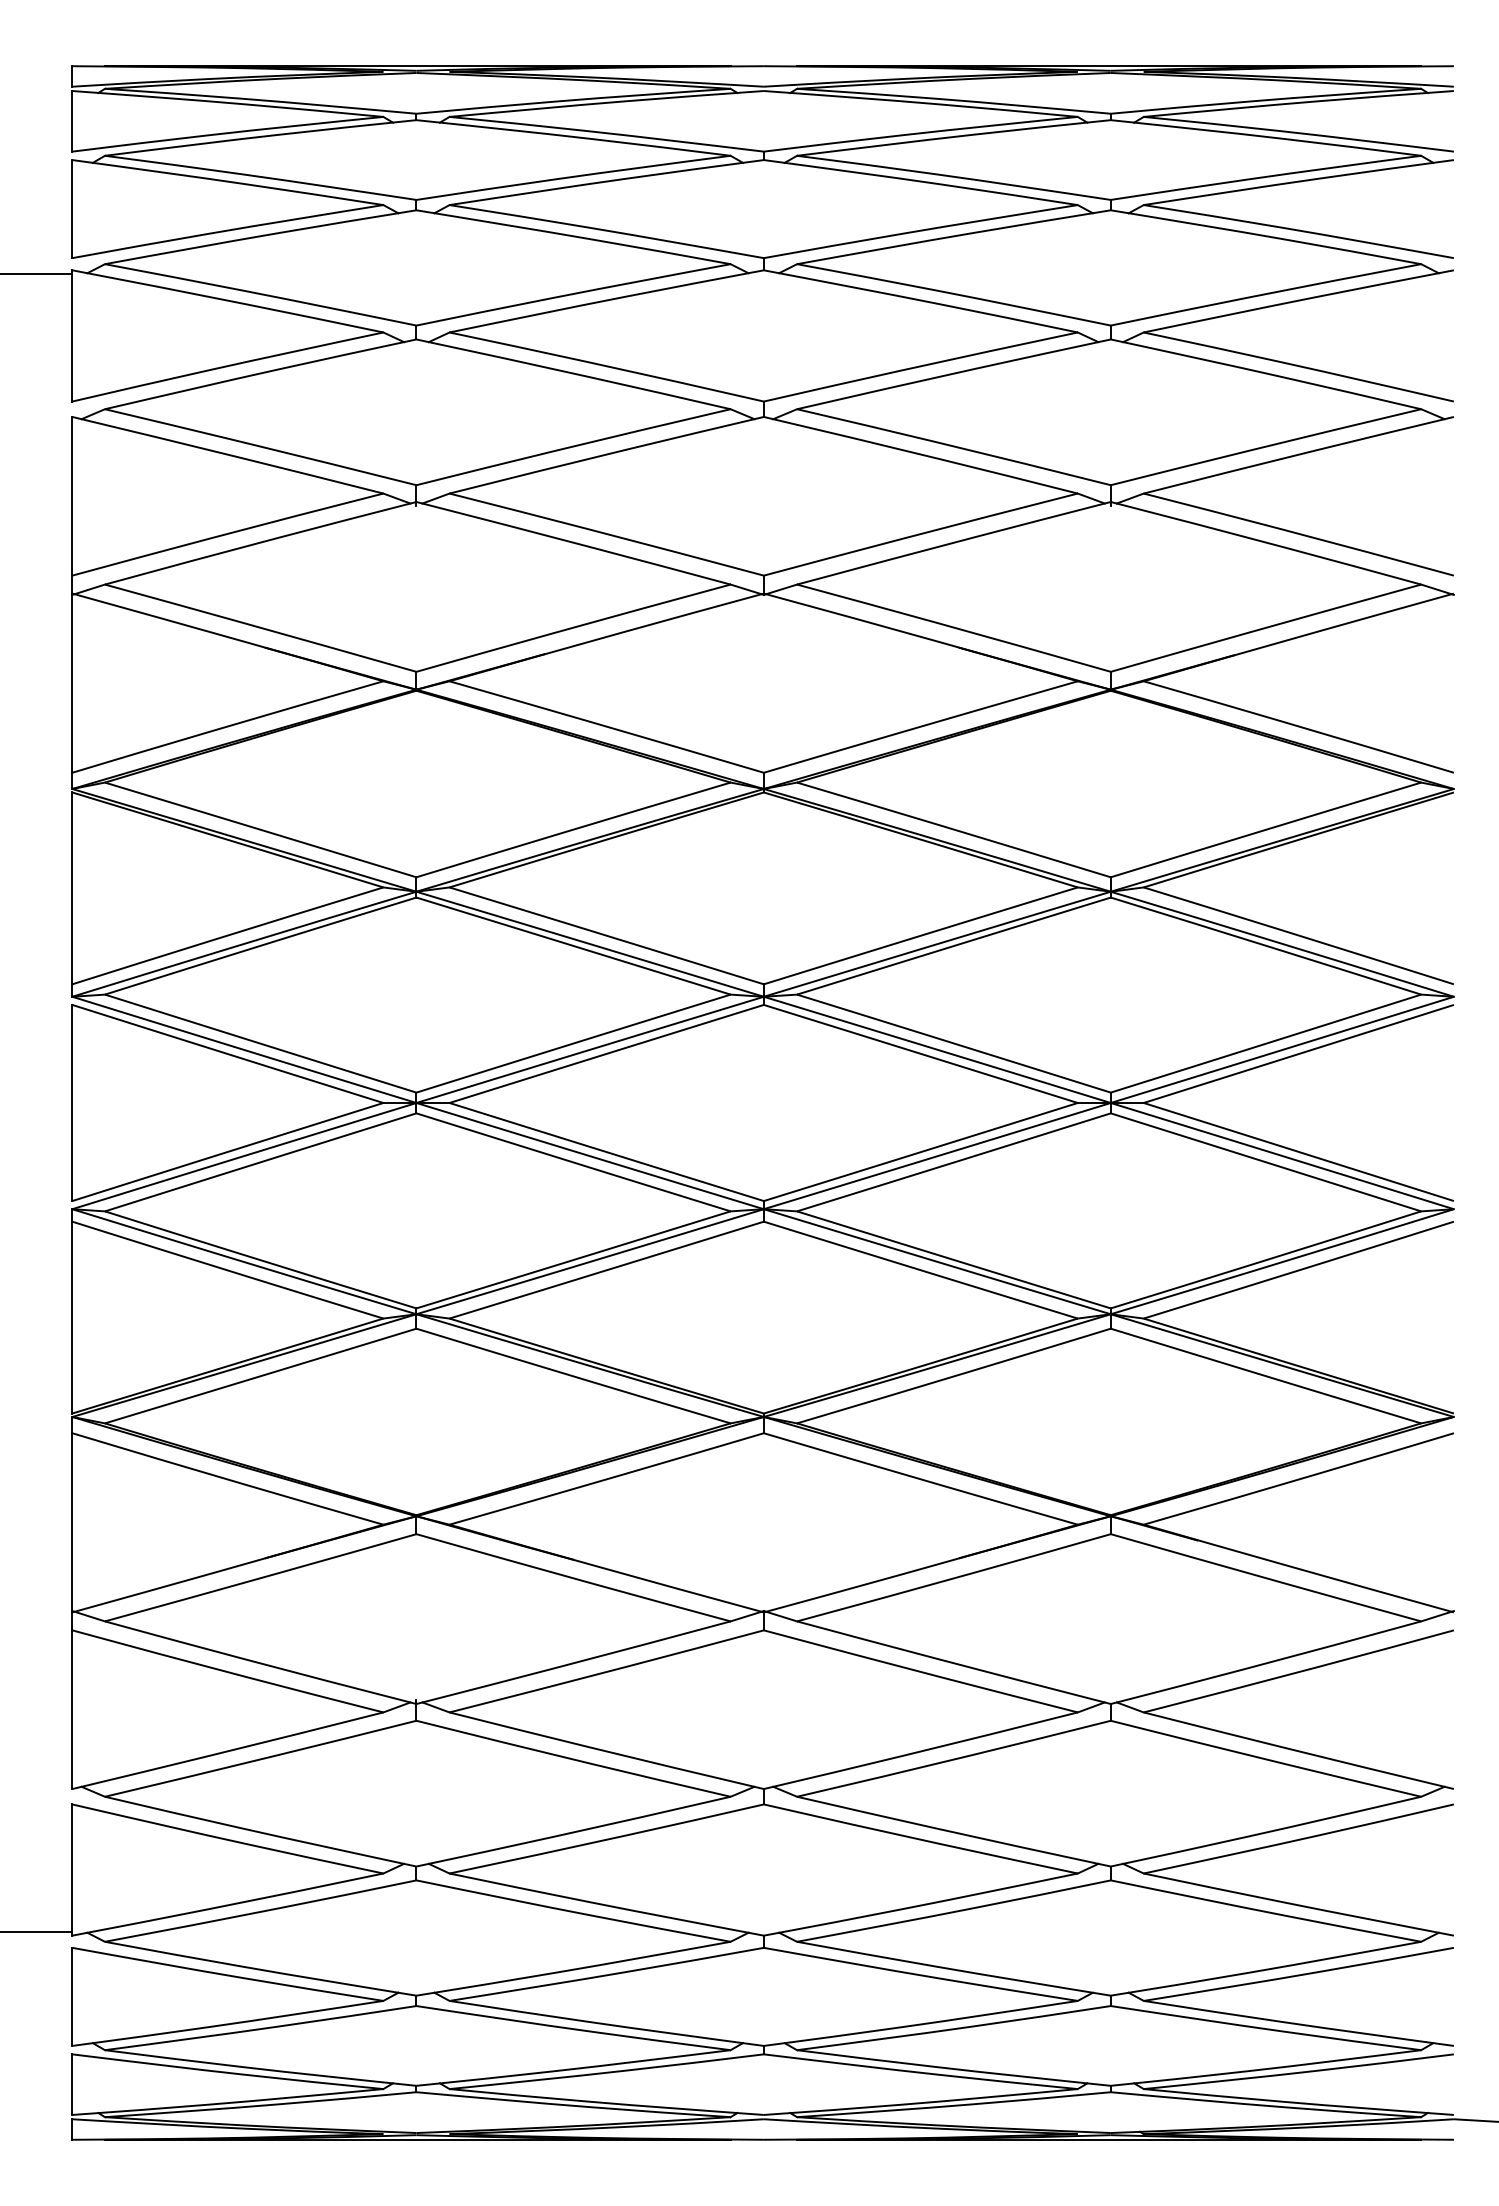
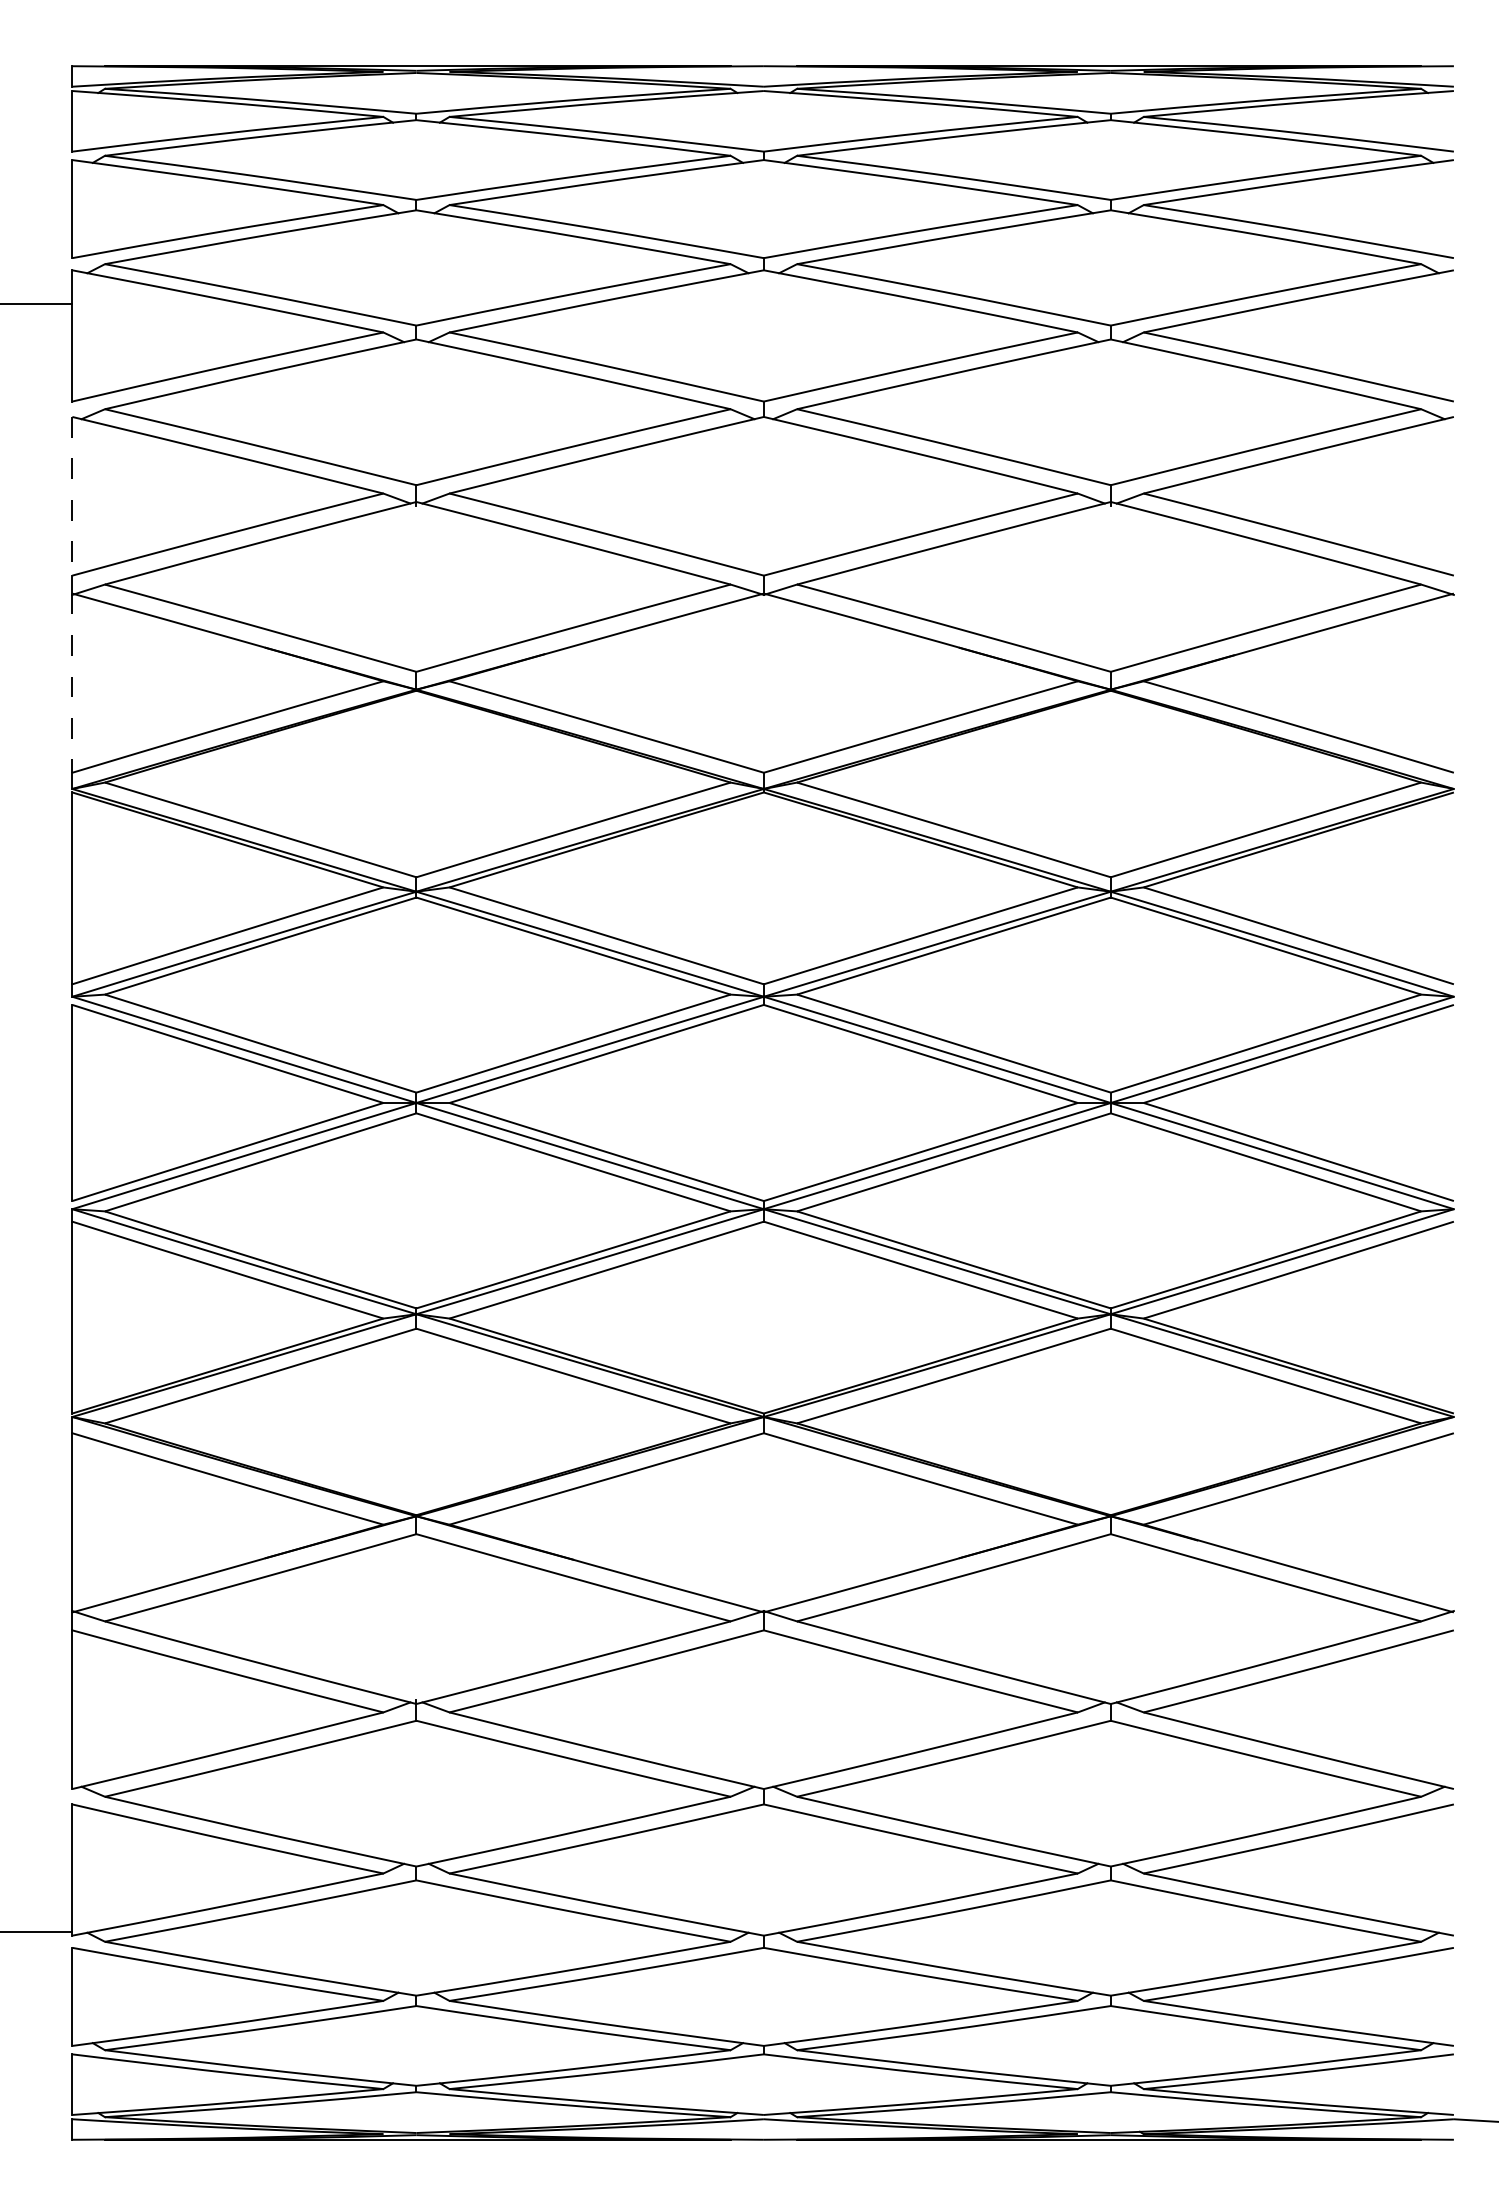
line at (37, 273) position: (37, 273) -> (37, 303)
line at (72, 496): solid -> dashed
line at (72, 683): solid -> dashed
